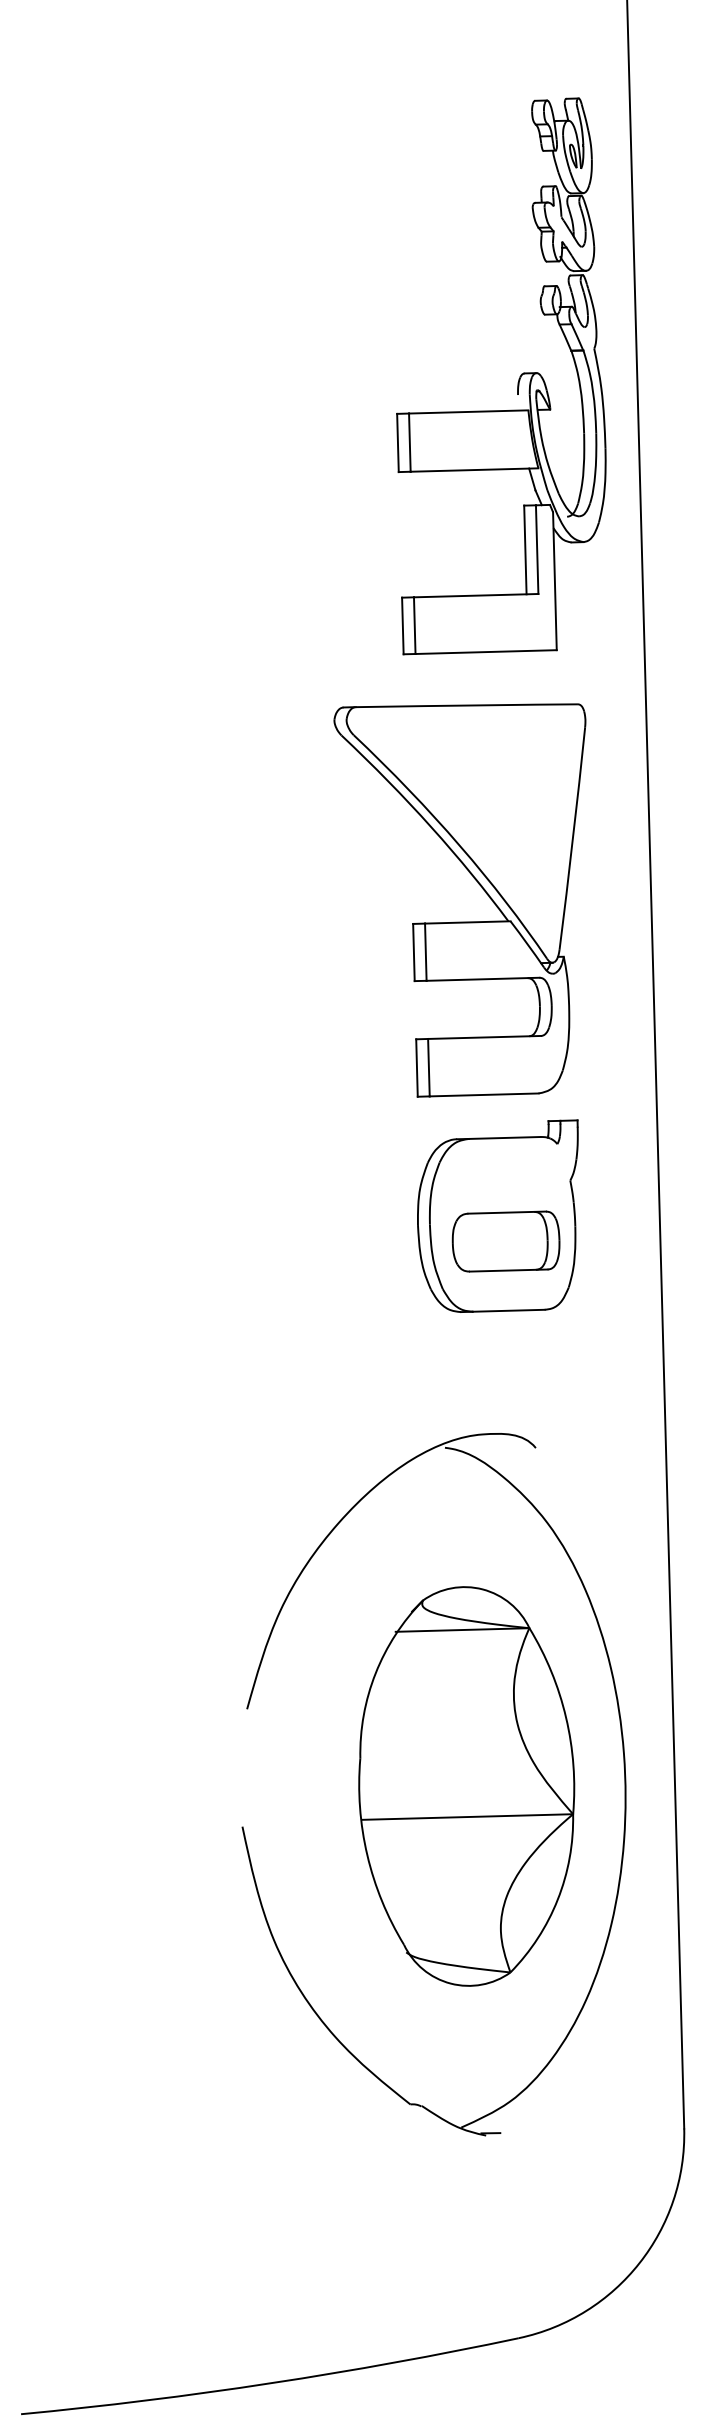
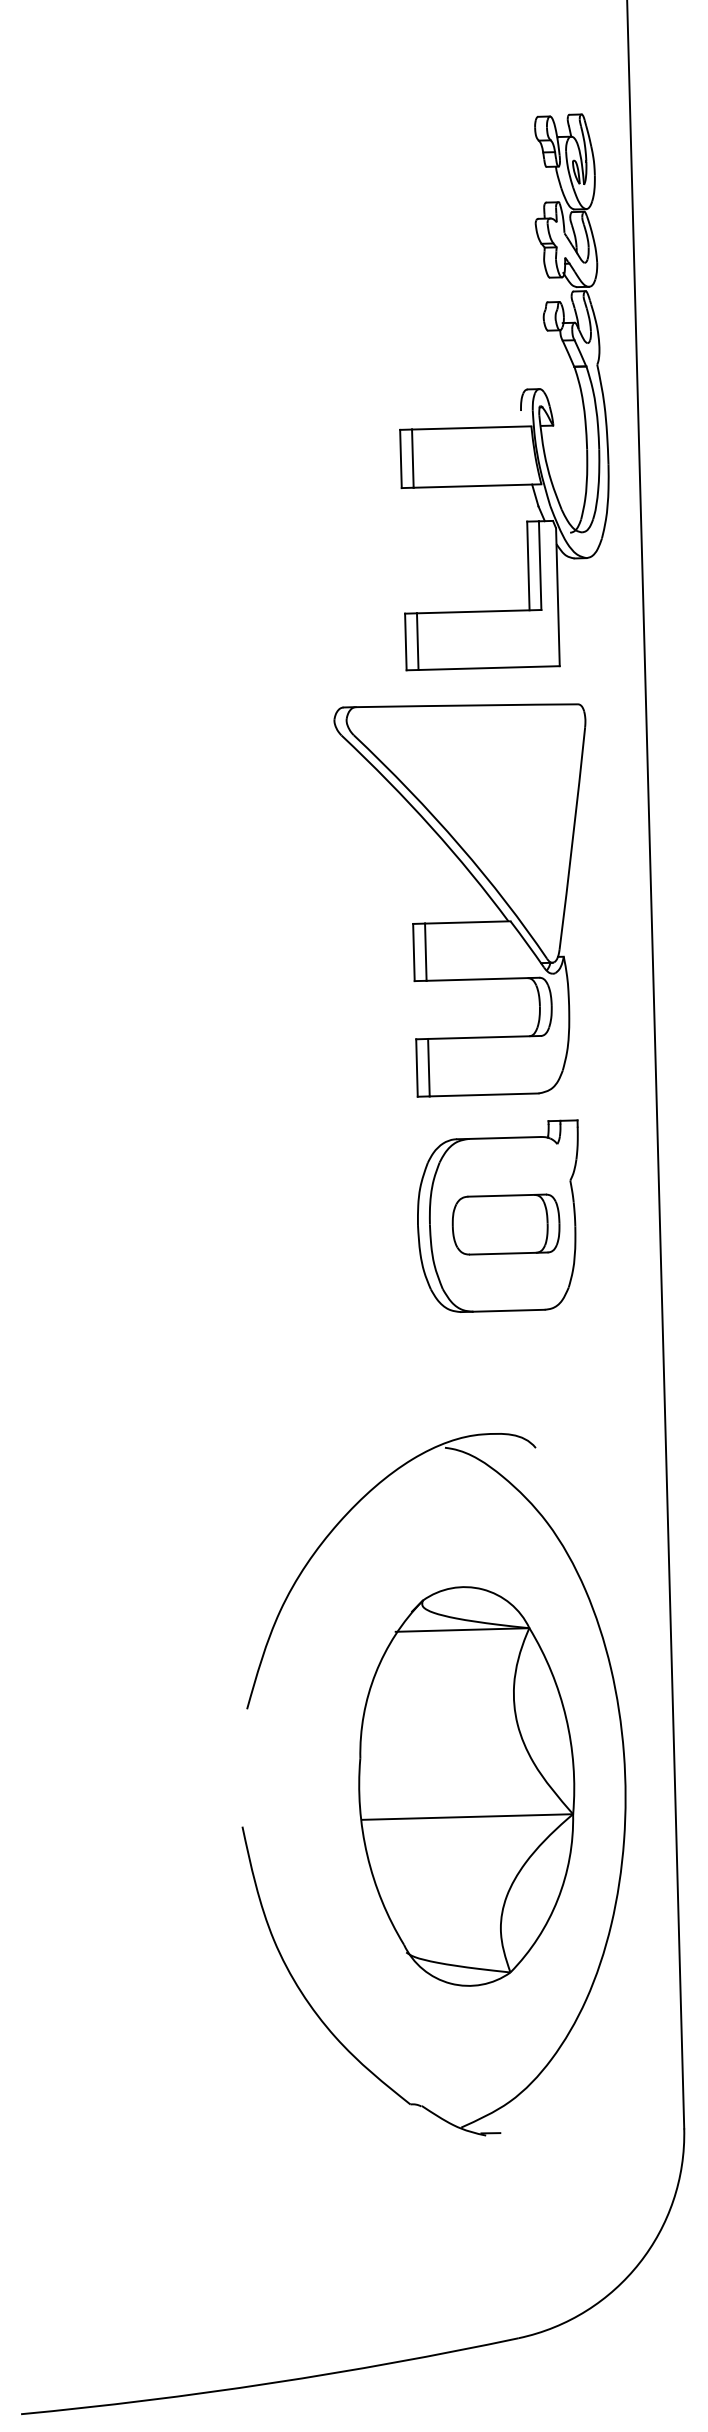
part at (517, 382) position: (517, 382) -> (520, 398)
part at (505, 1241) position: (505, 1241) -> (505, 1224)
